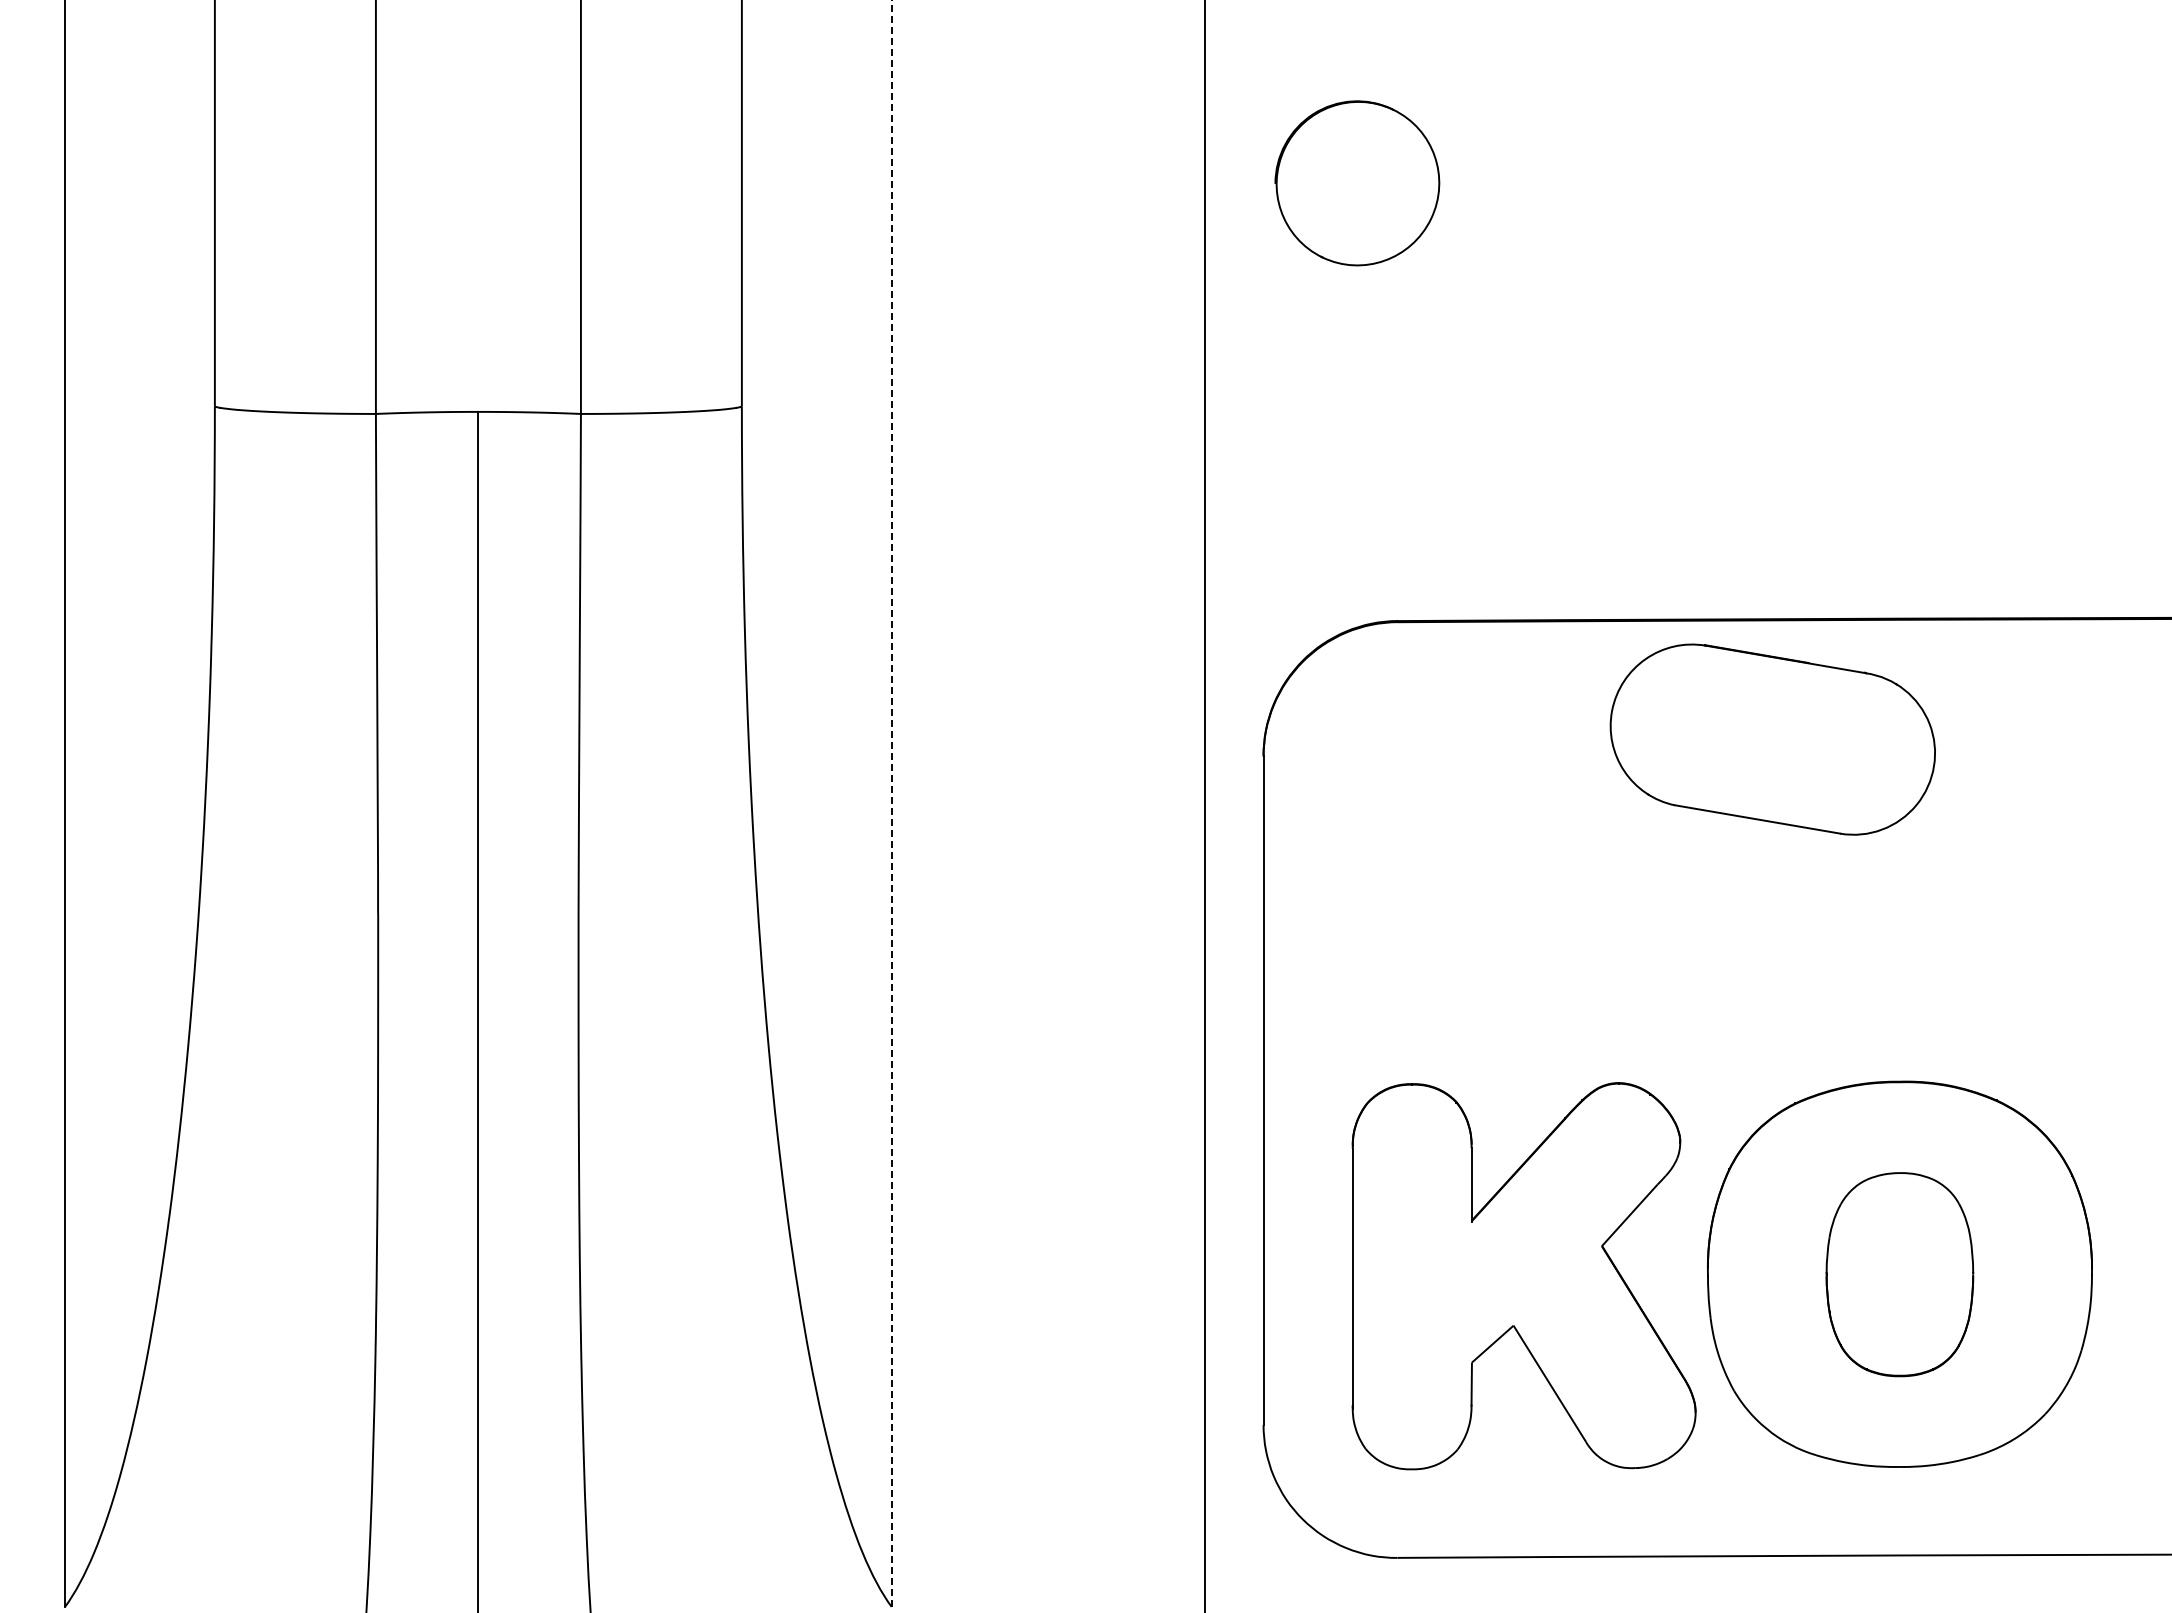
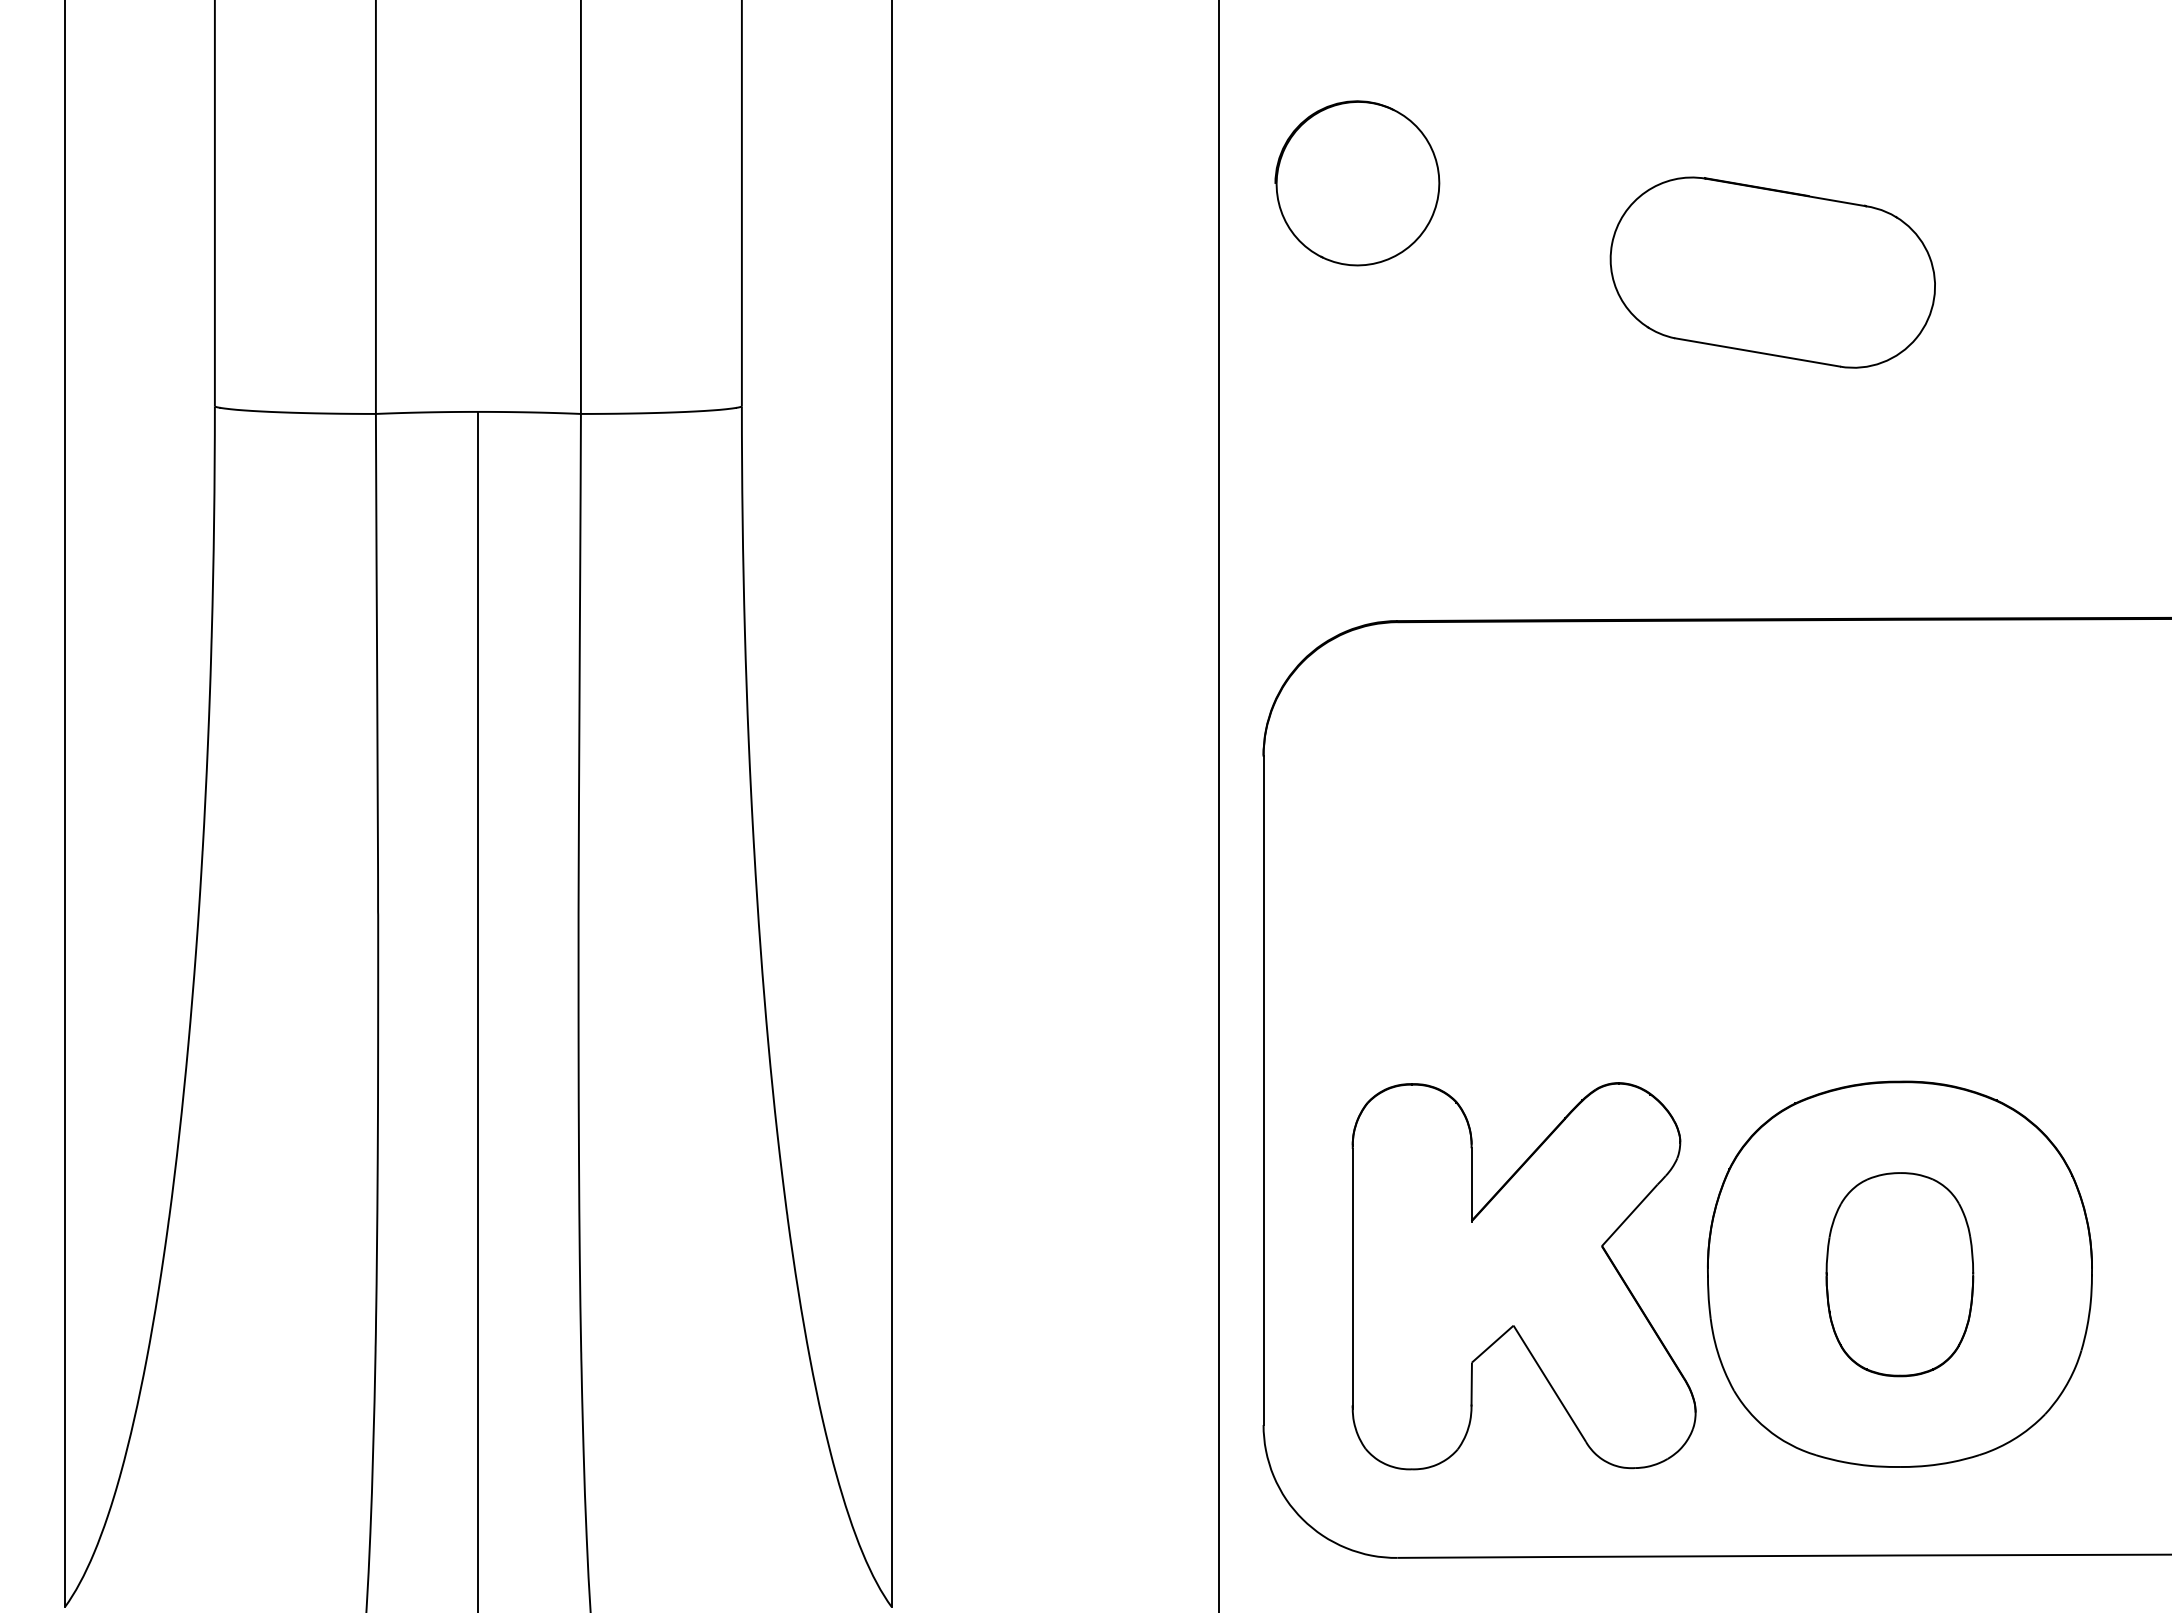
part at (1772, 739) position: (1772, 739) -> (1772, 272)
line at (891, 803): dashed -> solid
line at (1205, 805) position: (1205, 805) -> (1219, 805)
